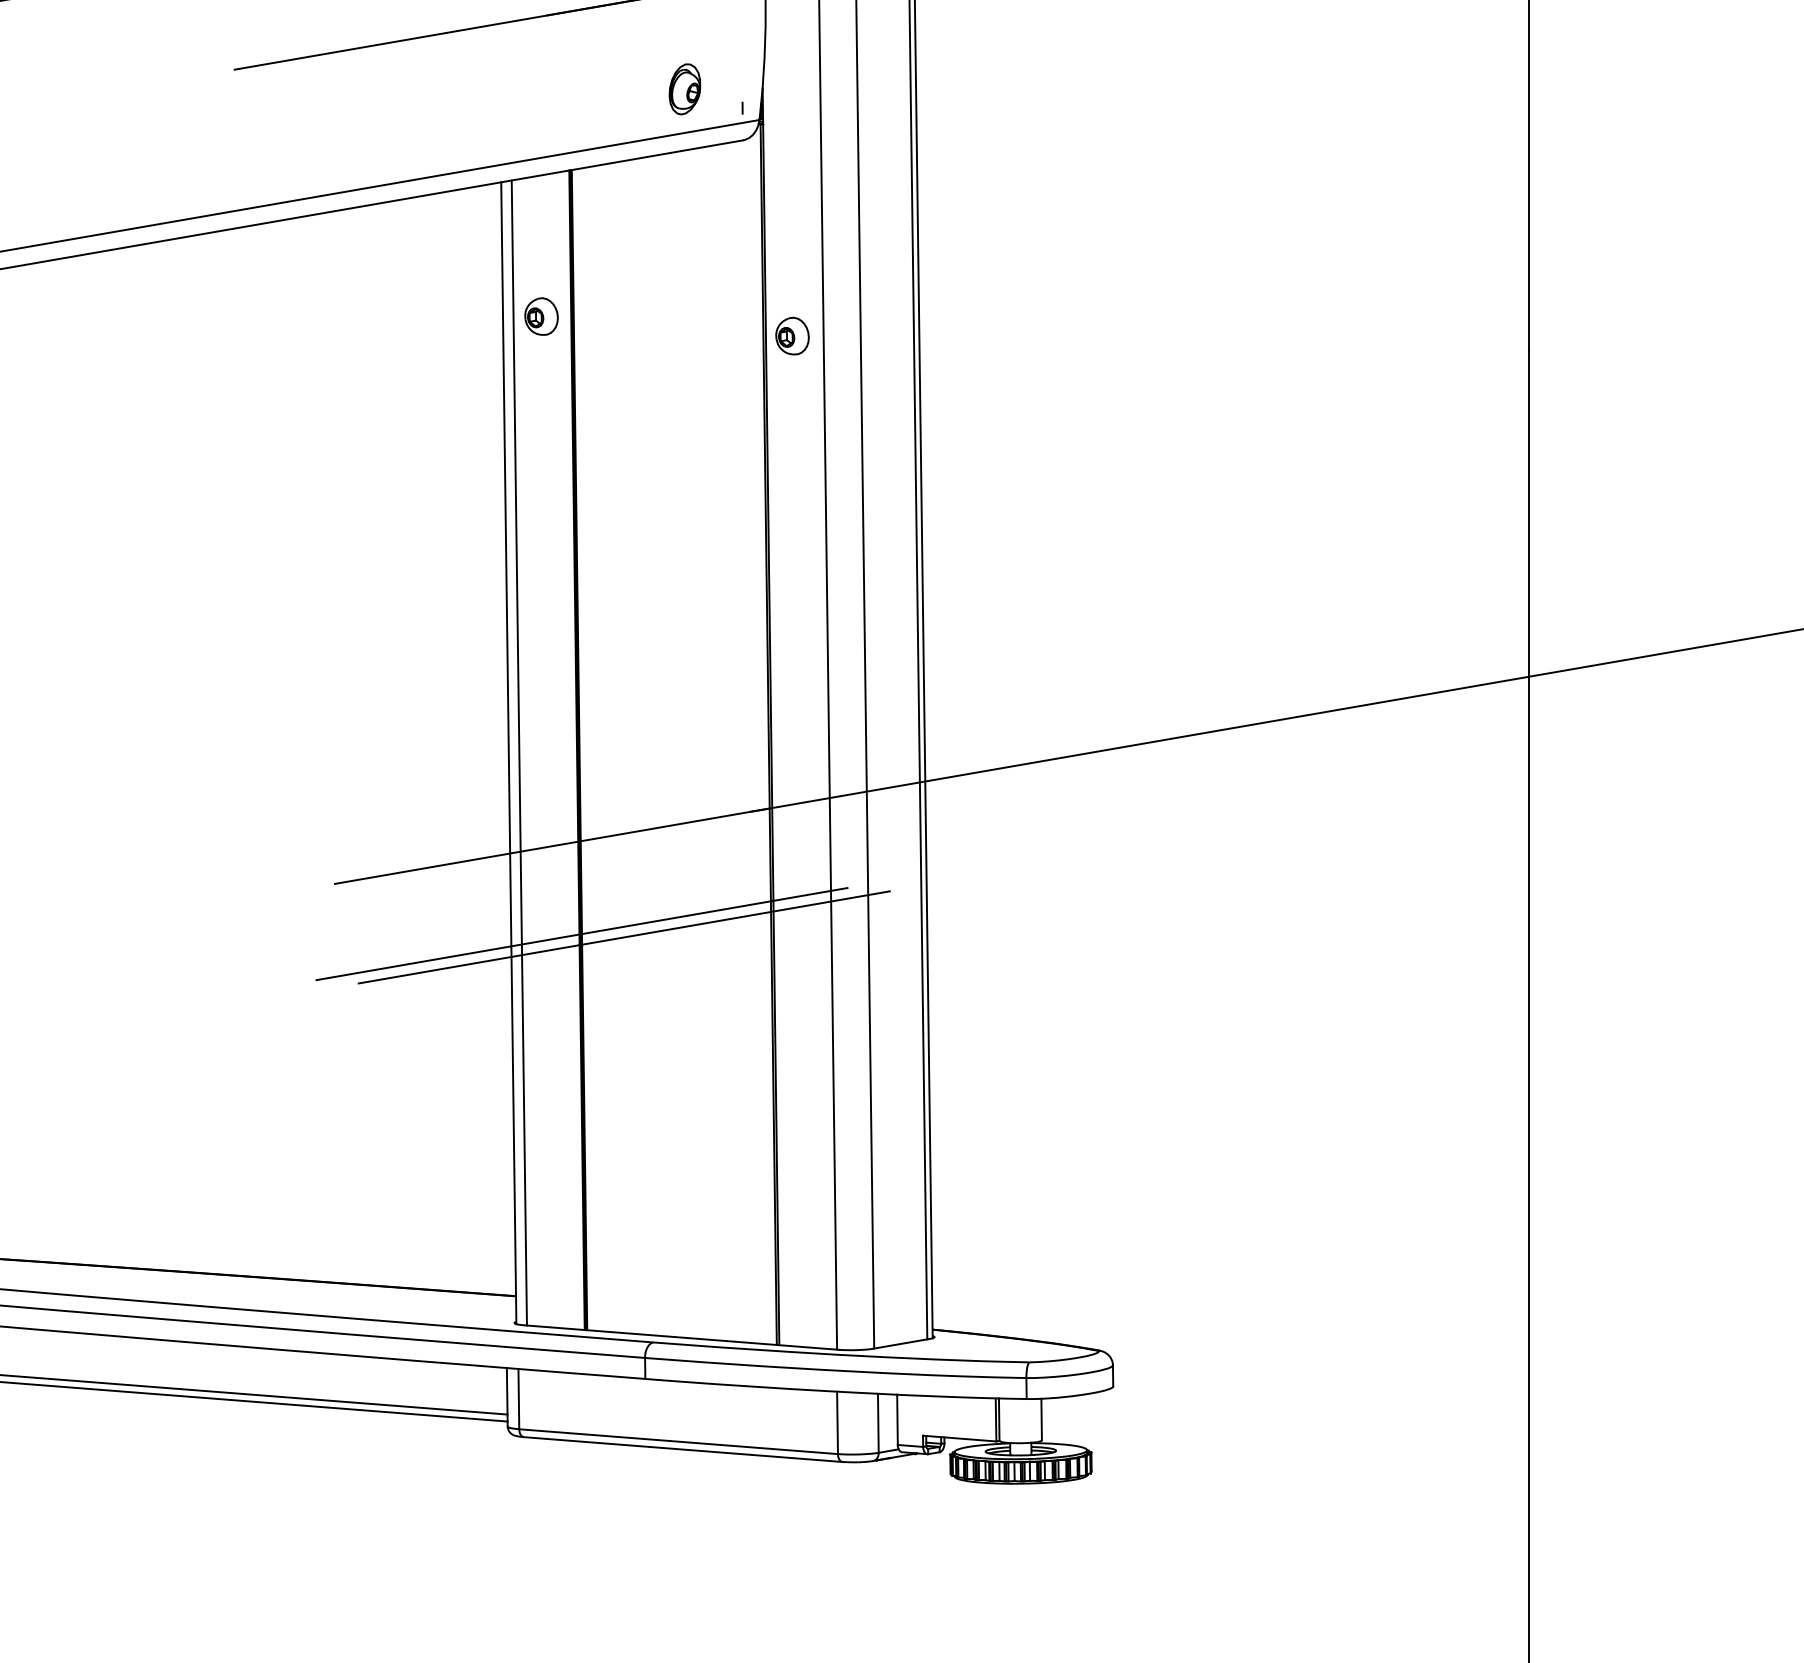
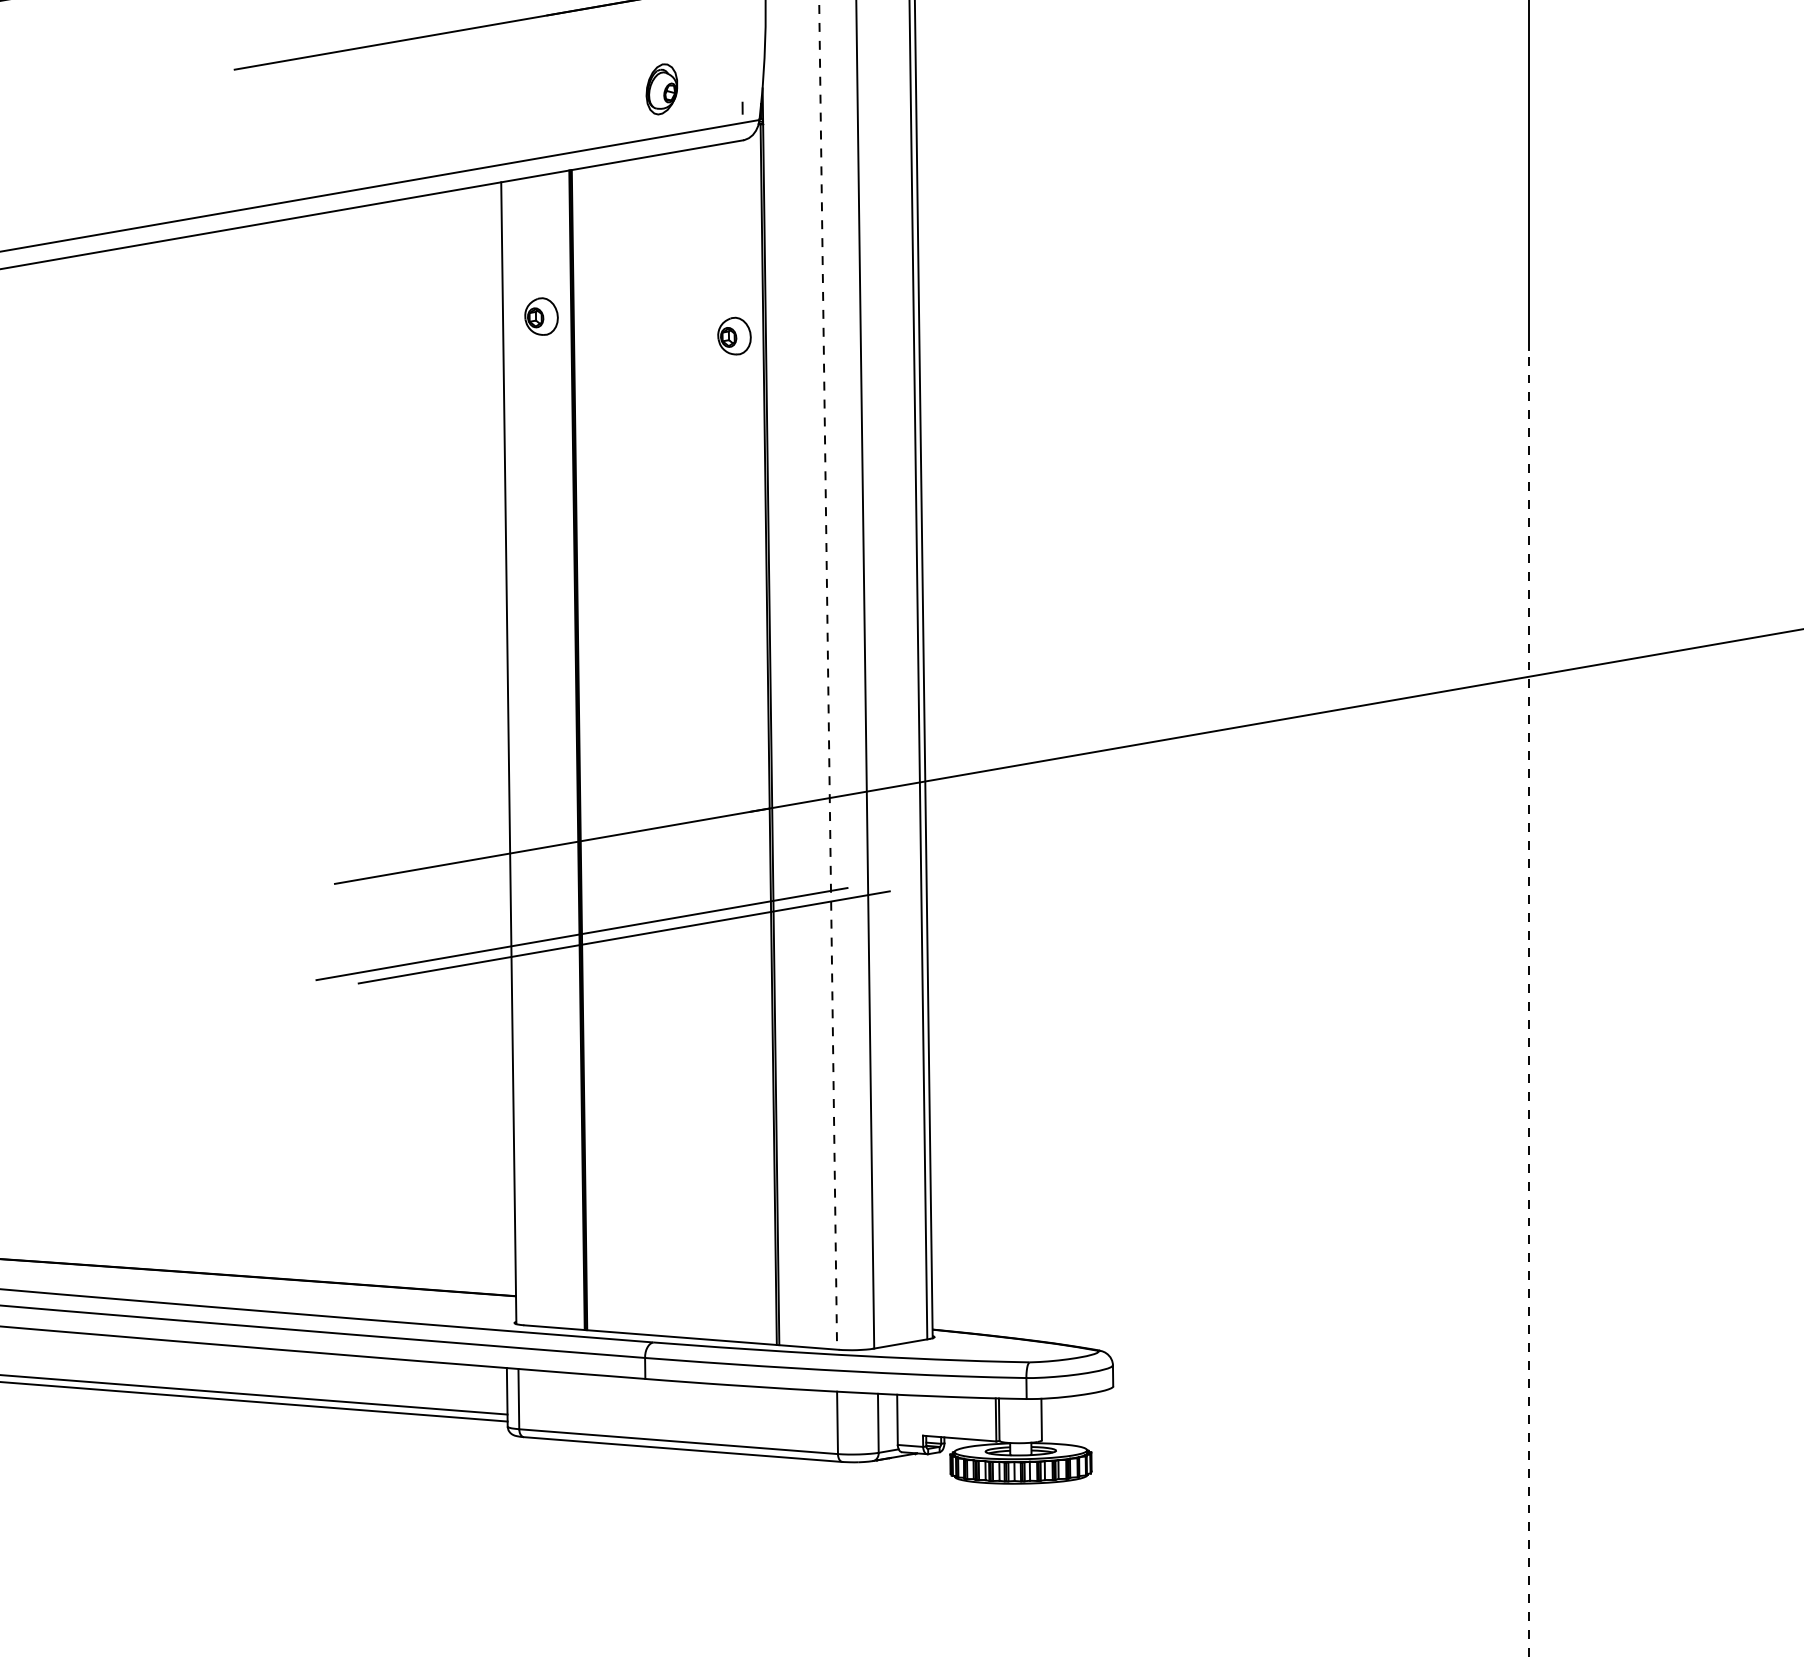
part at (684, 89) position: (684, 89) -> (661, 89)
part at (792, 335) position: (792, 335) -> (734, 335)
line at (828, 674): solid -> dashed
line at (518, 752): present -> none
line at (1529, 1005): solid -> dashed
